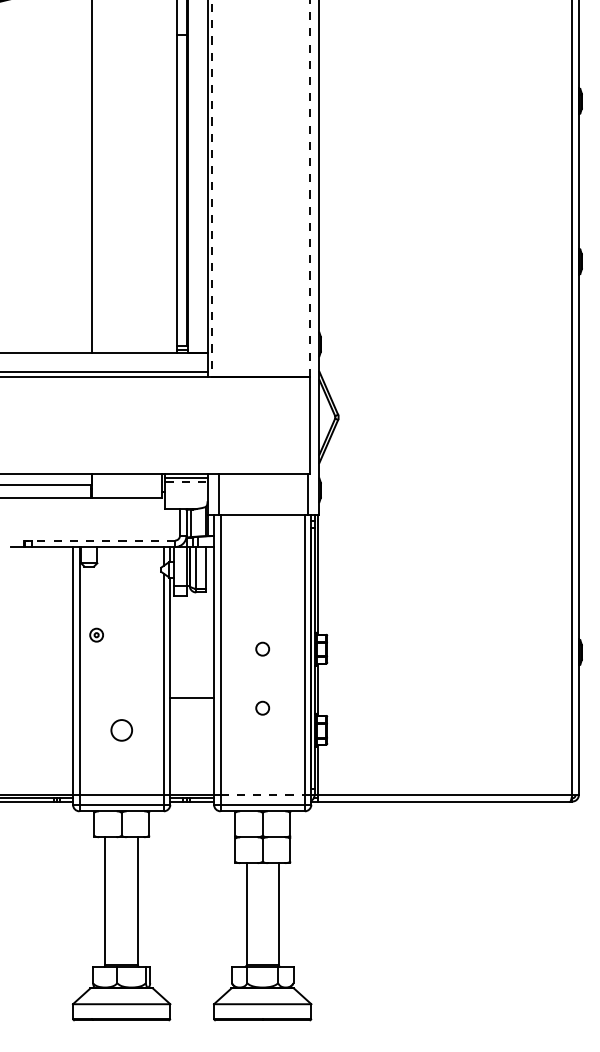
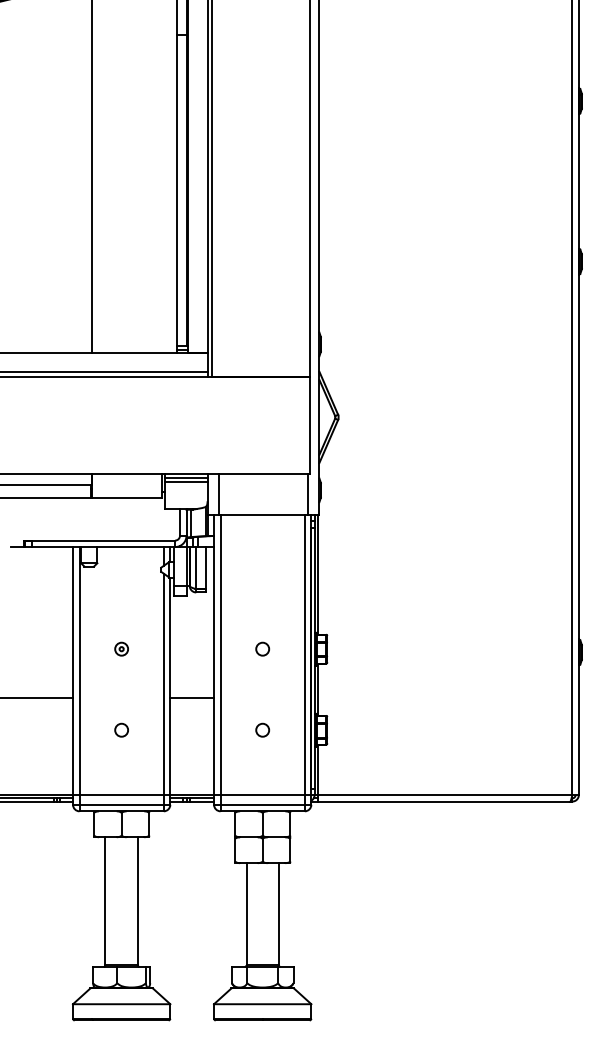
line at (212, 188): dashed -> solid
line at (309, 188): dashed -> solid
line at (187, 482): dashed -> solid
line at (99, 540): dashed -> solid
part at (96, 634) position: (96, 634) -> (121, 648)
line at (37, 697): none -> present
circle at (262, 707) position: (262, 707) -> (262, 729)
circle at (121, 730) size: 23x23 px -> 15x16 px
line at (263, 795): dashed -> solid
